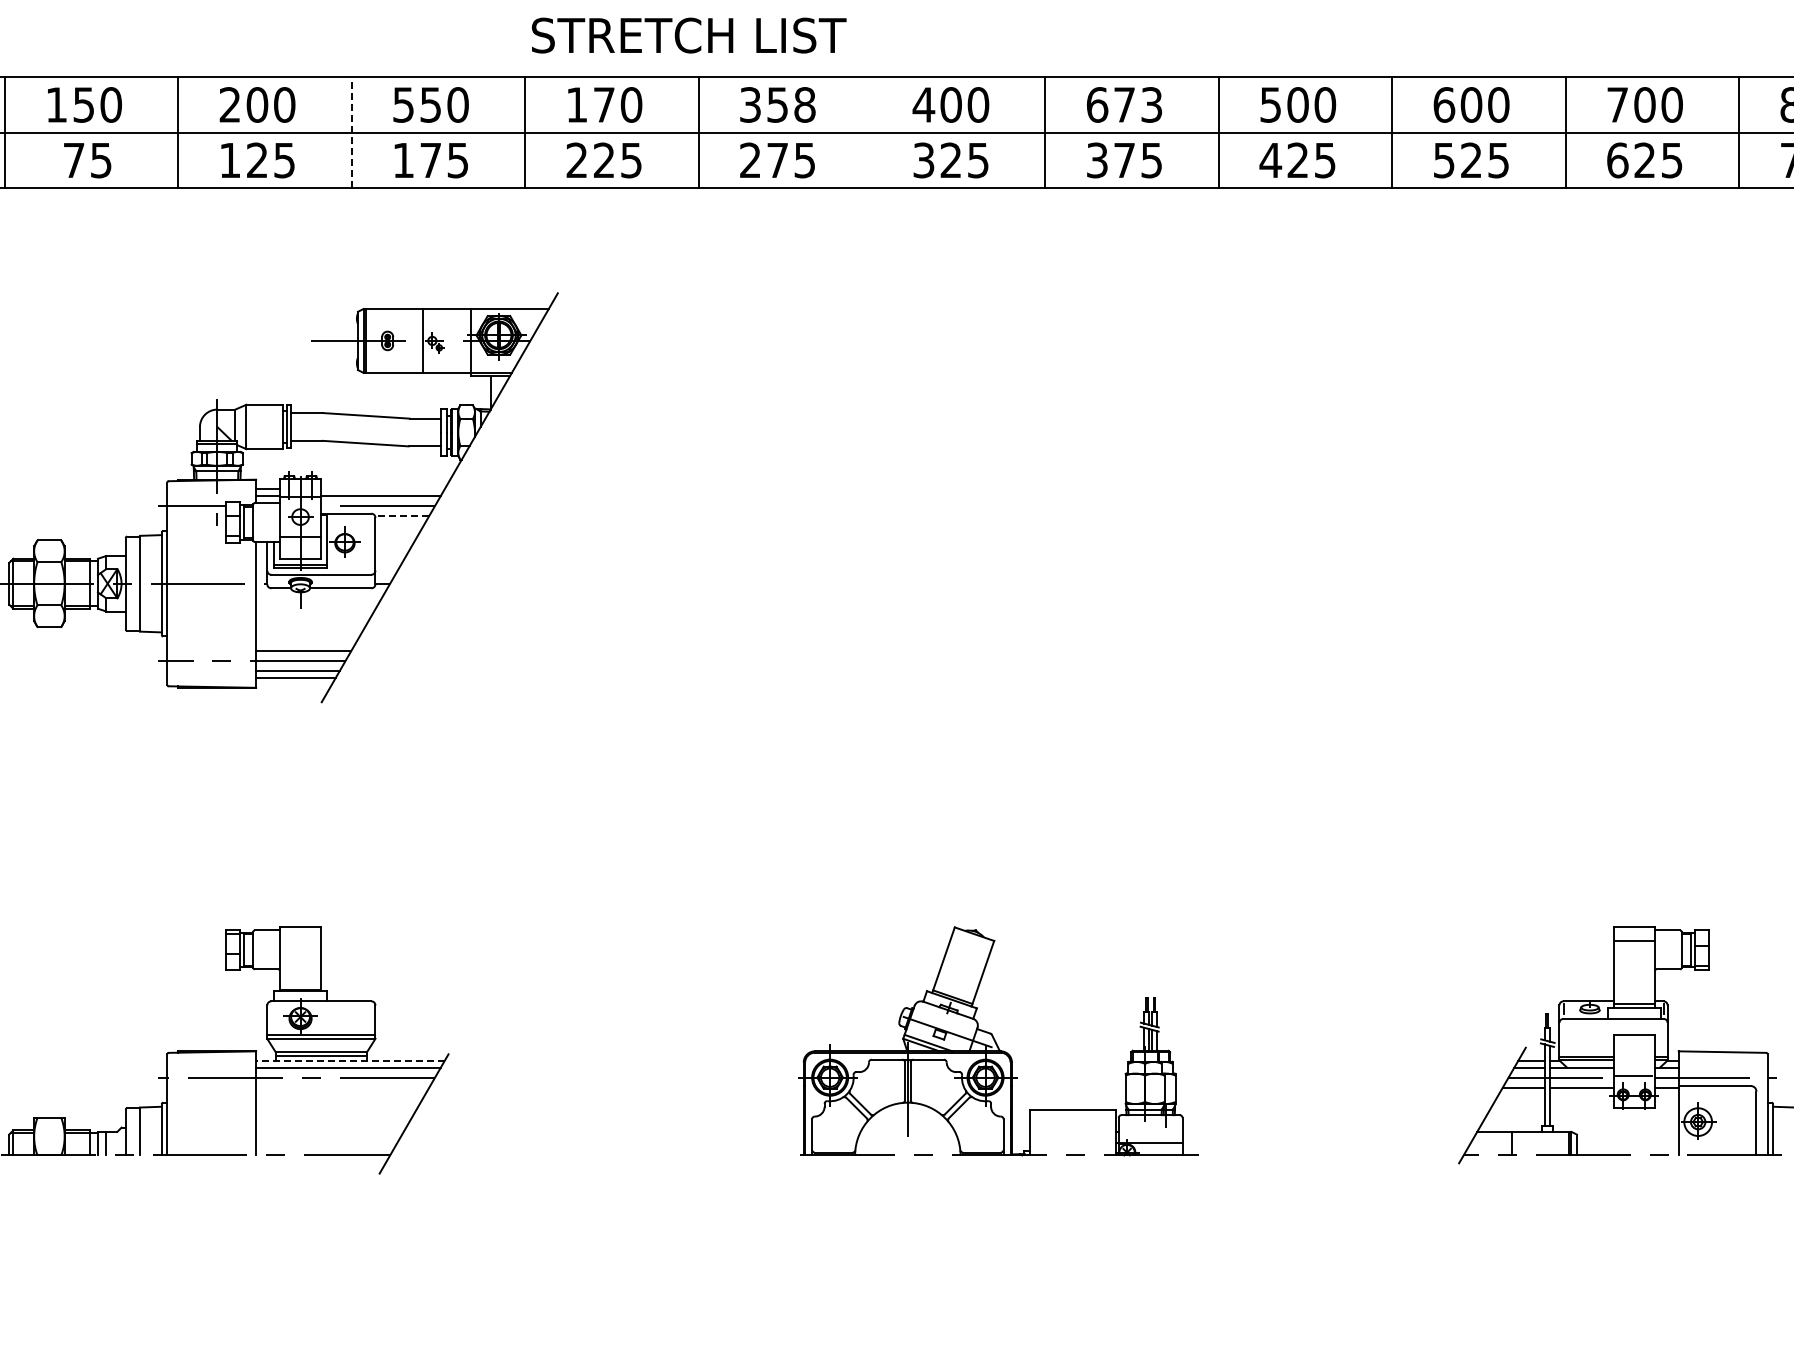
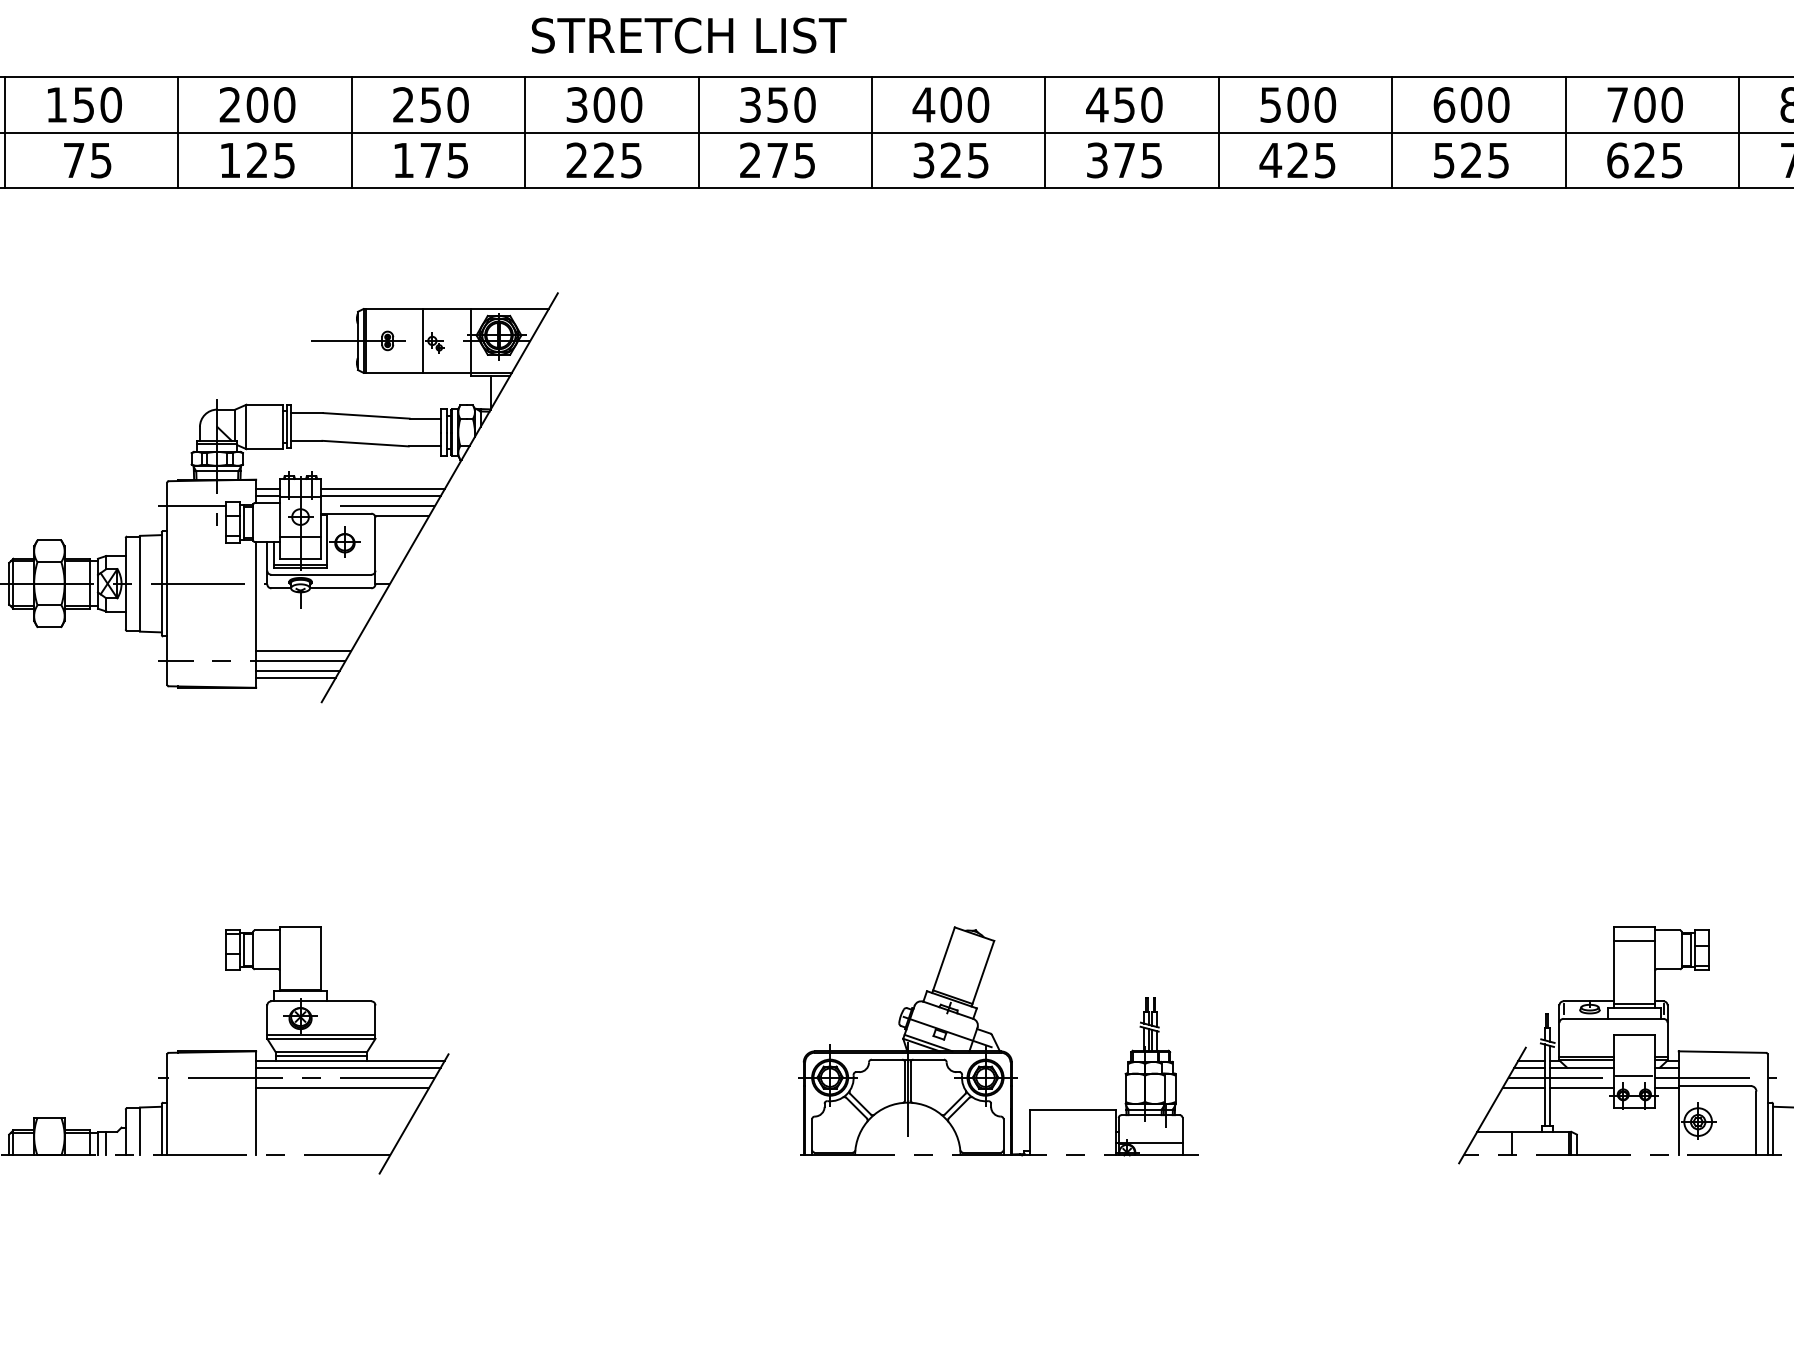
text at (403, 104): 550 -> 250
text at (590, 104): 170 -> 300
text at (804, 104): 358 -> 350
text at (1124, 104): 673 -> 450
line at (351, 132): dashed -> solid
line at (871, 132): none -> present
line at (382, 489): none -> present
line at (401, 516): dashed -> solid
line at (349, 1061): dashed -> solid
line at (342, 1087): none -> present
